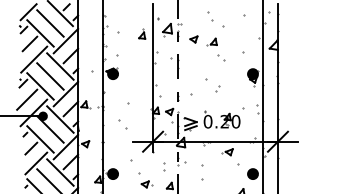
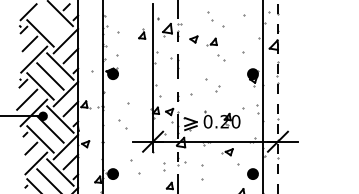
line at (50, 23): present -> none
line at (277, 99): solid -> dashed
part at (146, 184): present -> none
